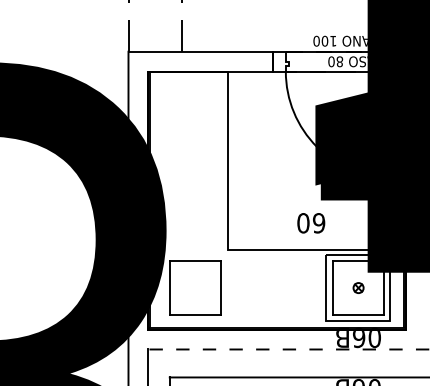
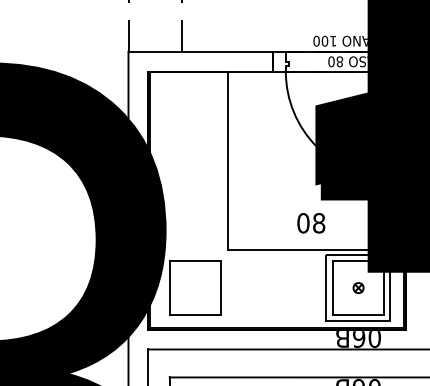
text at (319, 223): 09 -> 08
line at (288, 349): dashed -> solid
